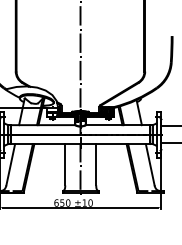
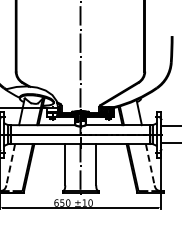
line at (10, 165): solid -> dashed
line at (150, 165): solid -> dashed
